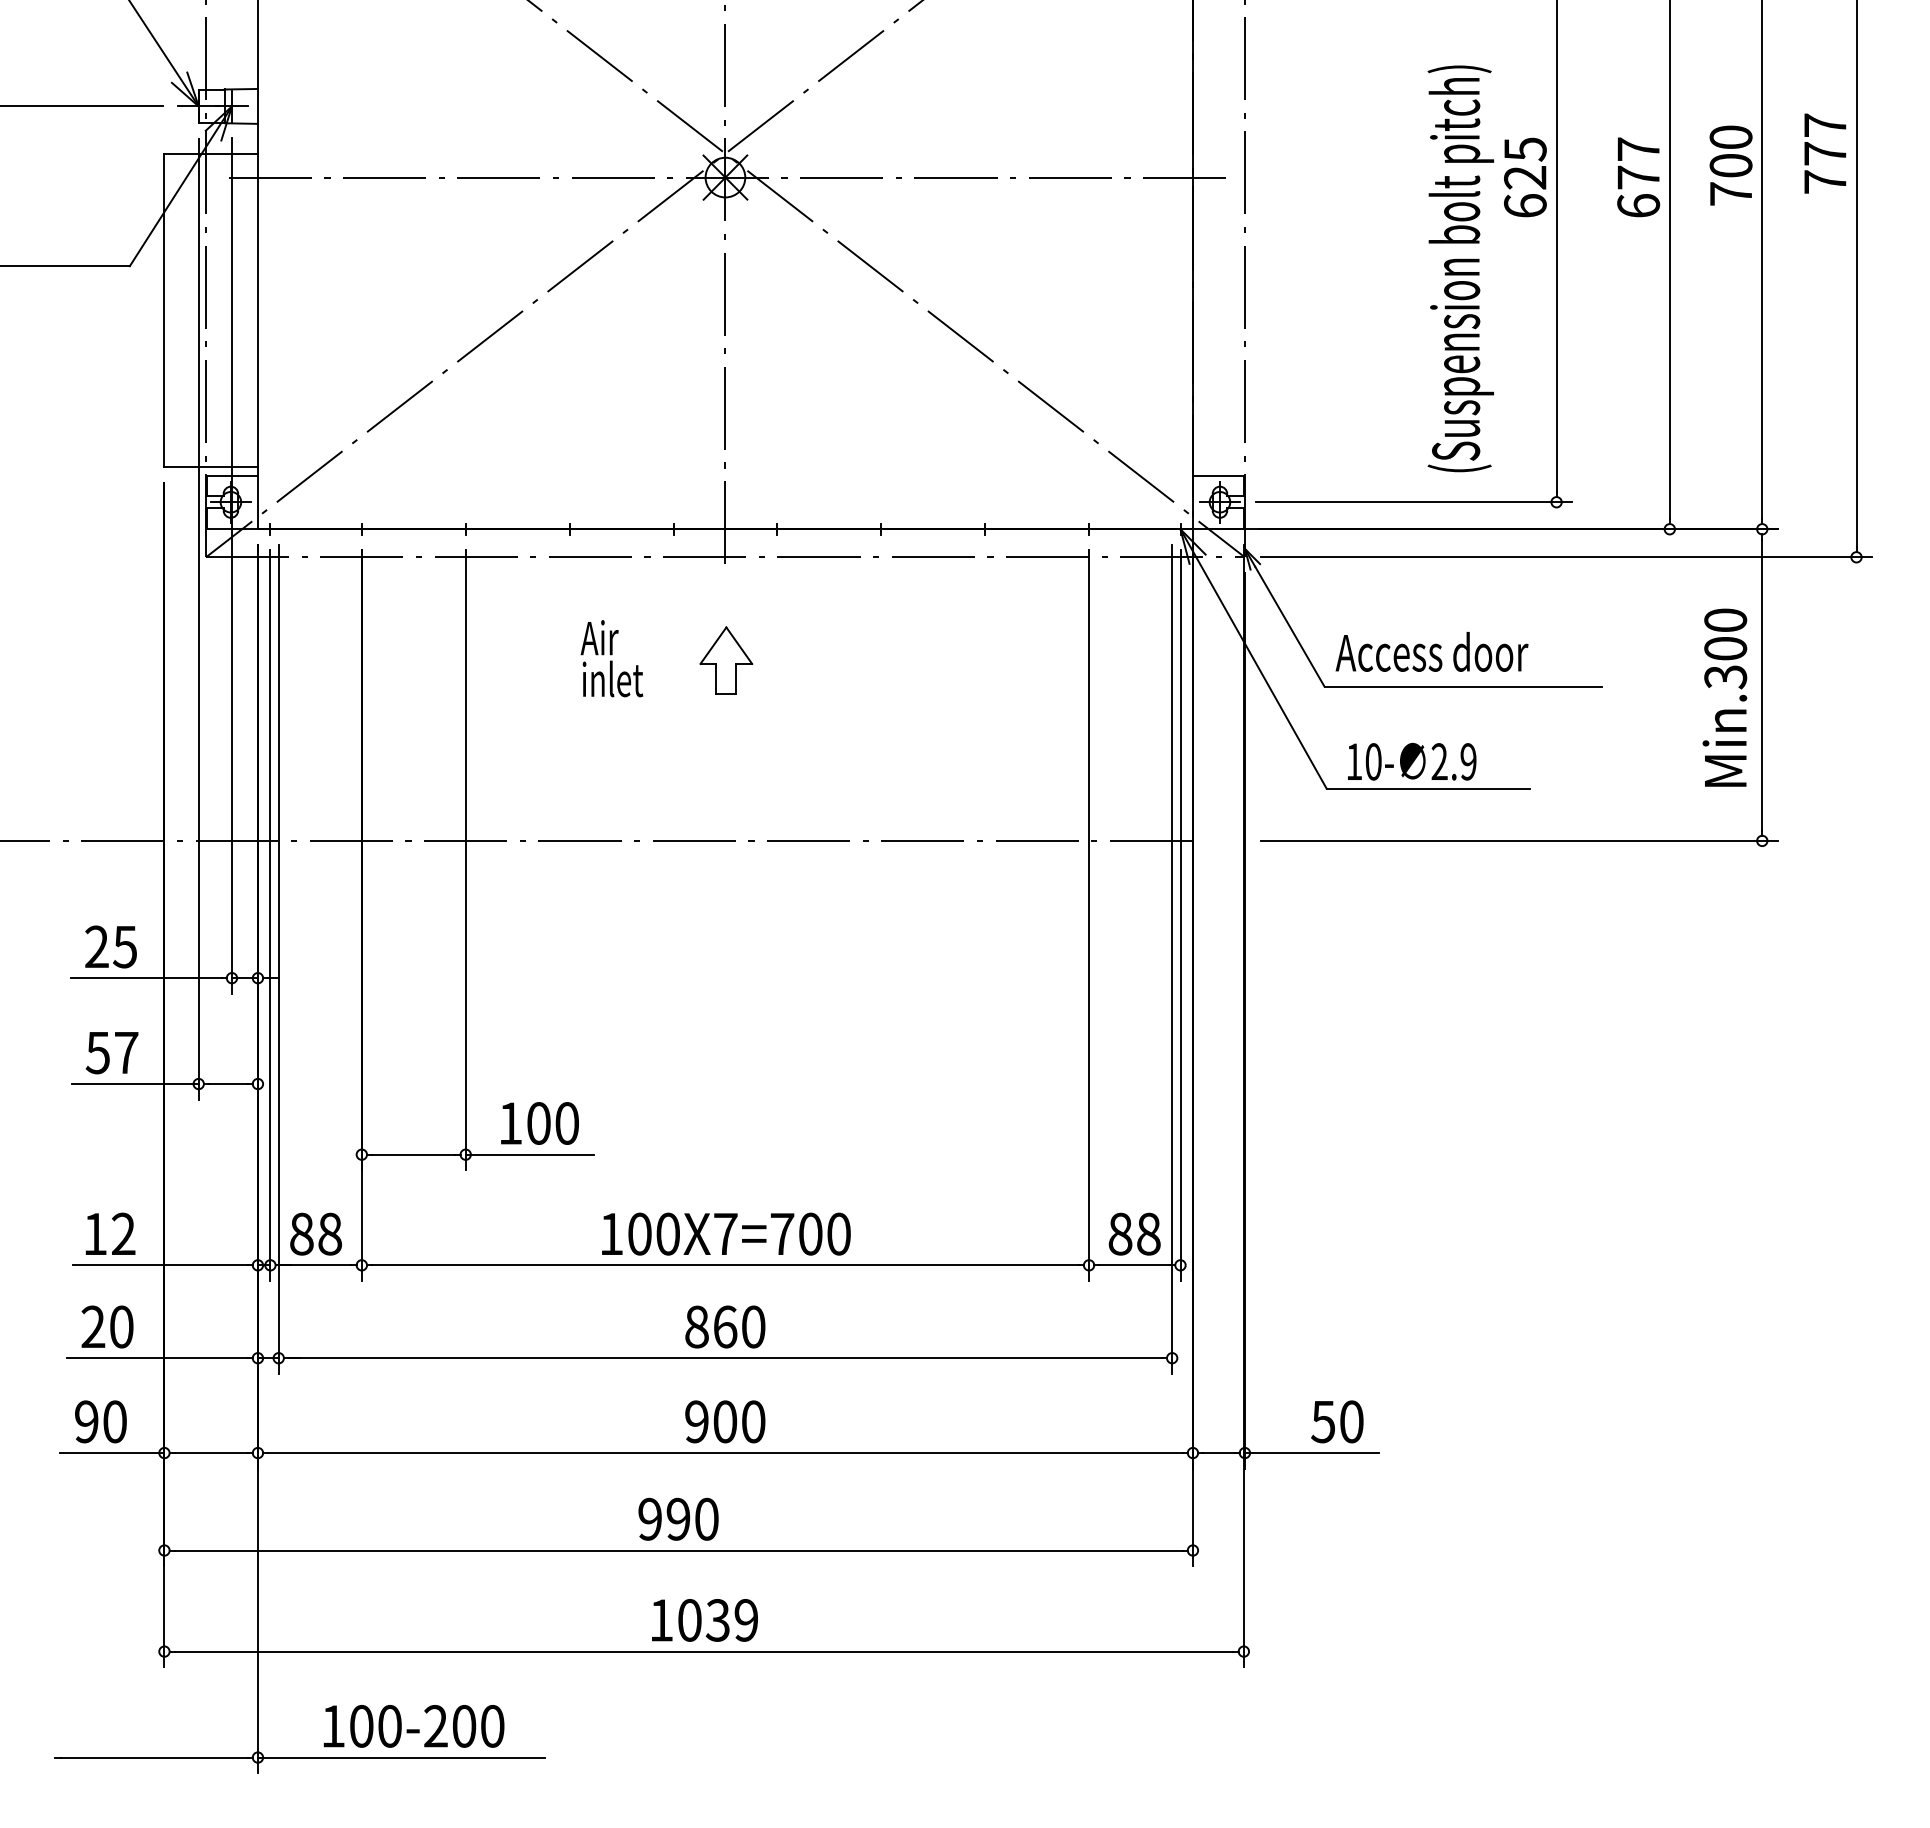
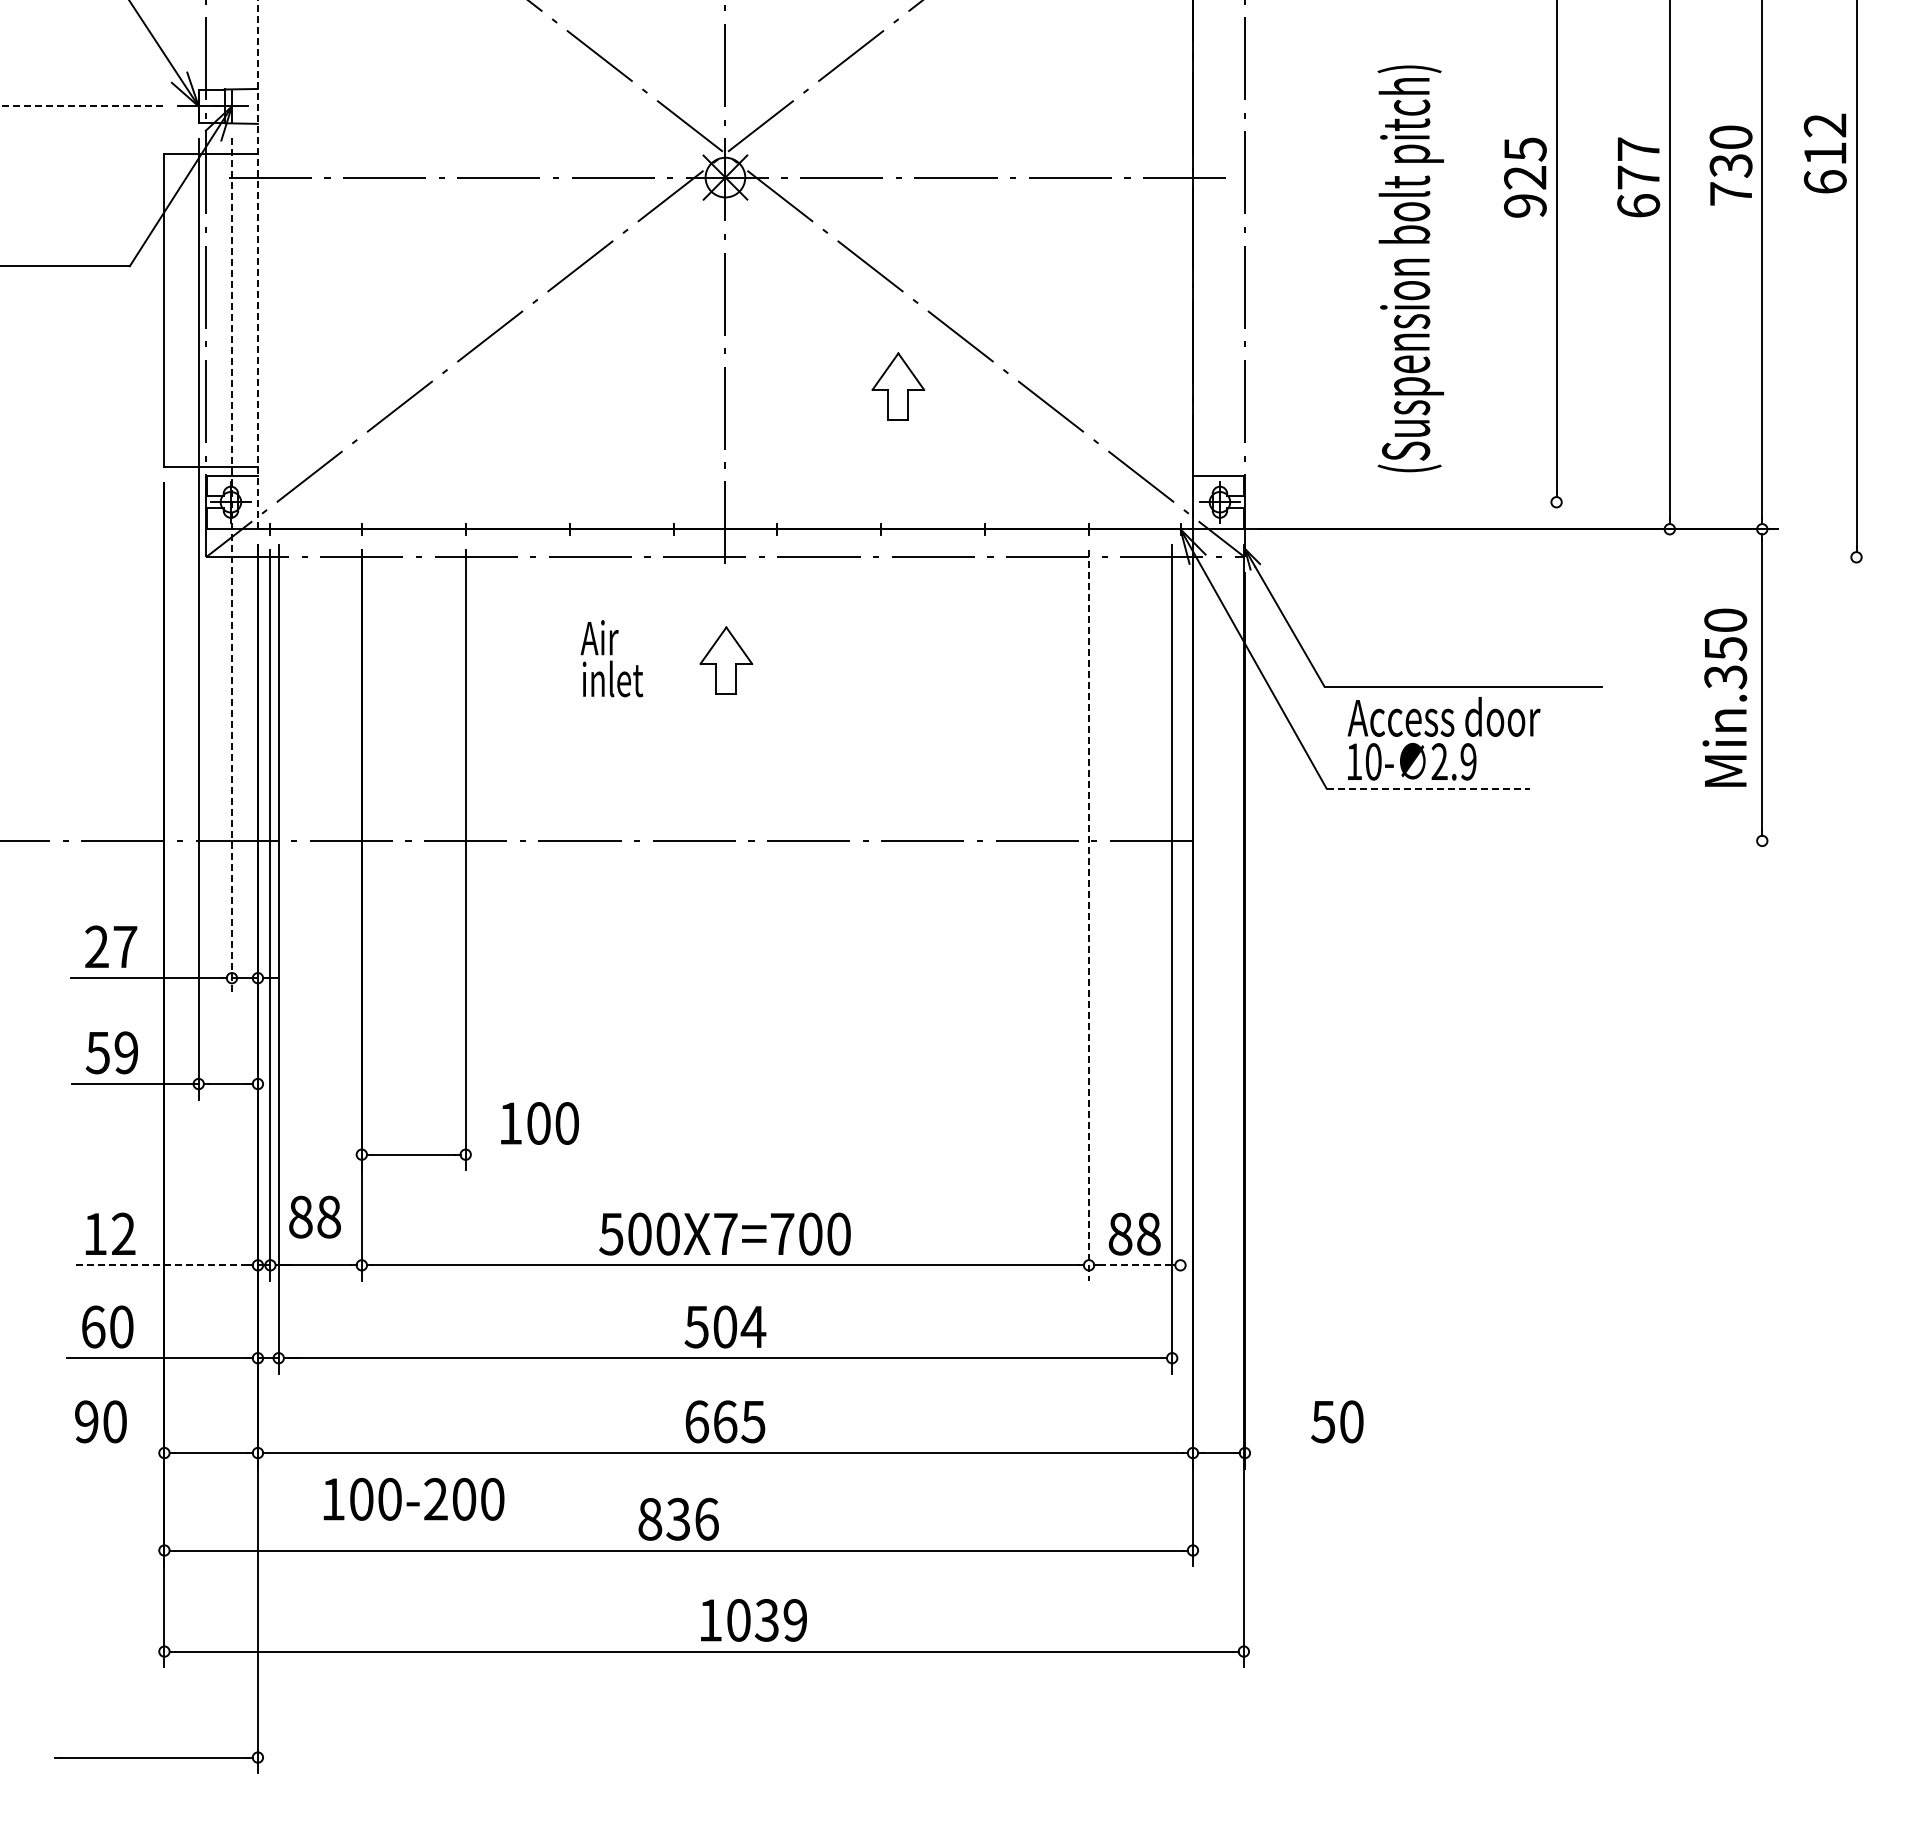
line at (81, 106): solid -> dashed
text at (1824, 153): 777 -> 612
text at (1730, 166): 700 -> 730
text at (1525, 205): 625 -> 925
line at (257, 264): solid -> dashed
text at (1460, 268) position: (1460, 268) -> (1410, 268)
part at (898, 386): none -> present
line at (1413, 502): present -> none
line at (1566, 557): present -> none
line at (231, 566): solid -> dashed
text at (1725, 649): Min.300 -> Min.350
text at (1431, 651) position: (1431, 651) -> (1443, 716)
line at (1428, 788): solid -> dashed
line at (1518, 840): present -> none
line at (1180, 915): present -> none
line at (1089, 916): solid -> dashed
text at (125, 947): 25 -> 27
text at (126, 1052): 57 -> 59
line at (529, 1154): present -> none
text at (315, 1233) position: (315, 1233) -> (314, 1216)
text at (611, 1234): 100X7=700 -> 500X7=700
line at (159, 1265): solid -> dashed
line at (1135, 1265): solid -> dashed
text at (93, 1326): 20 -> 60
text at (725, 1326): 860 -> 504
text at (725, 1421): 900 -> 665
line at (112, 1453): present -> none
line at (1311, 1453): present -> none
text at (678, 1518): 990 -> 836
text at (704, 1620) position: (704, 1620) -> (753, 1620)
text at (413, 1726) position: (413, 1726) -> (413, 1499)
line at (400, 1757): present -> none
